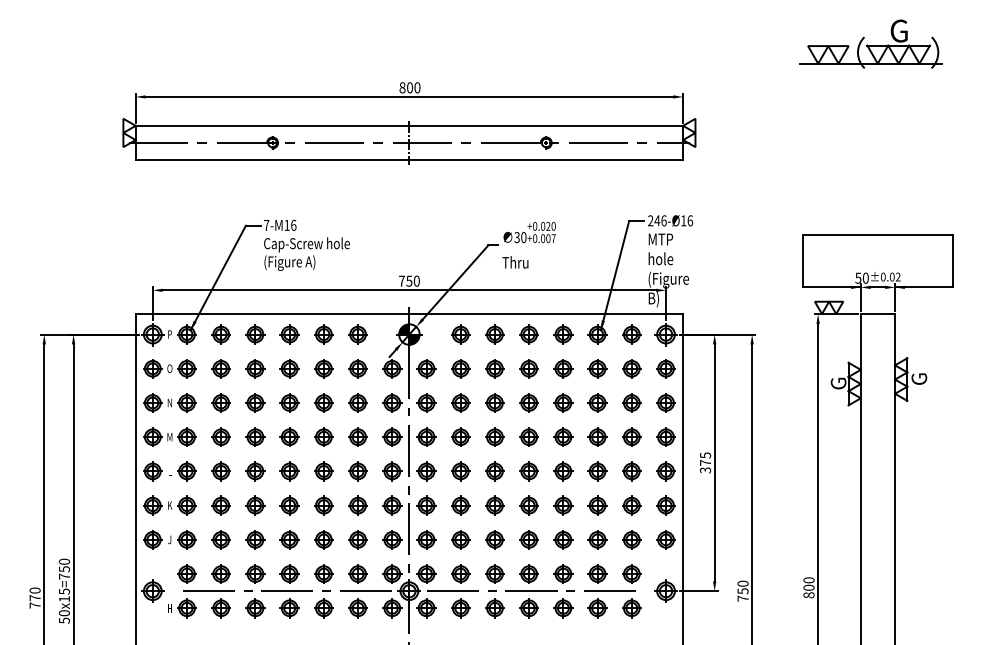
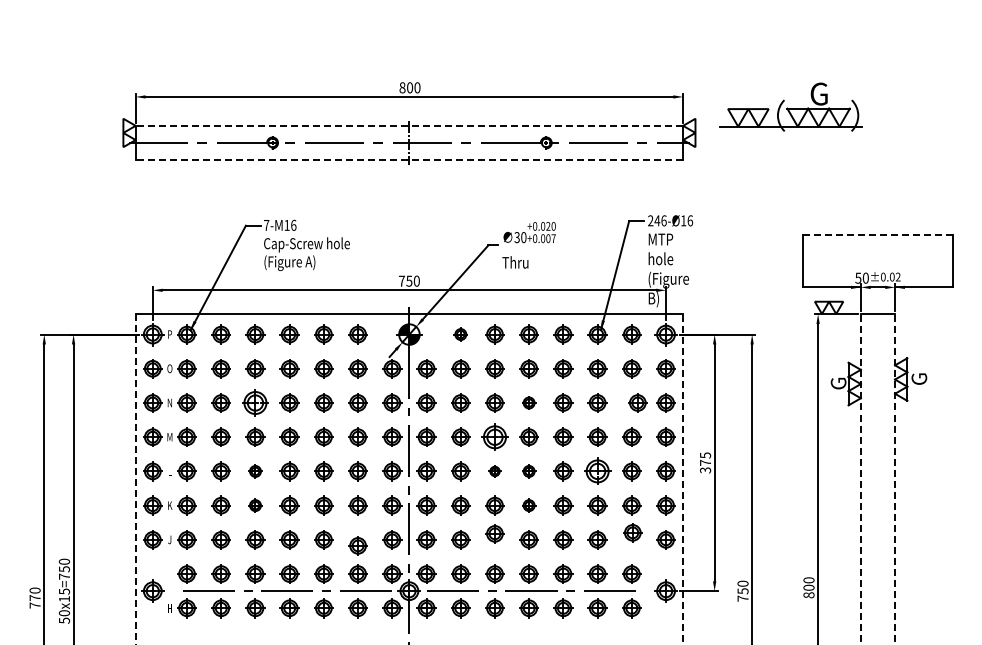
part at (870, 43) position: (870, 43) -> (790, 106)
line at (409, 125): solid -> dashed
line at (409, 160): solid -> dashed
line at (877, 234): solid -> dashed
part at (460, 334) size: 20x21 px -> 15x15 px
part at (255, 402) size: 21x20 px -> 27x28 px
part at (528, 402) size: 20x20 px -> 15x14 px
part at (631, 402) position: (631, 402) -> (637, 402)
part at (494, 436) size: 20x20 px -> 28x28 px
part at (255, 471) size: 21x21 px -> 15x15 px
part at (494, 471) size: 20x21 px -> 14x13 px
part at (528, 471) size: 20x21 px -> 15x15 px
part at (597, 471) size: 21x21 px -> 28x28 px
line at (683, 478): solid -> dashed
line at (860, 478): solid -> dashed
line at (895, 478): solid -> dashed
line at (135, 479): solid -> dashed
part at (255, 505) size: 21x21 px -> 15x15 px
part at (528, 505) size: 20x21 px -> 15x15 px
part at (357, 539) position: (357, 539) -> (357, 545)
part at (494, 539) position: (494, 539) -> (494, 533)
part at (631, 539) position: (631, 539) -> (632, 532)
